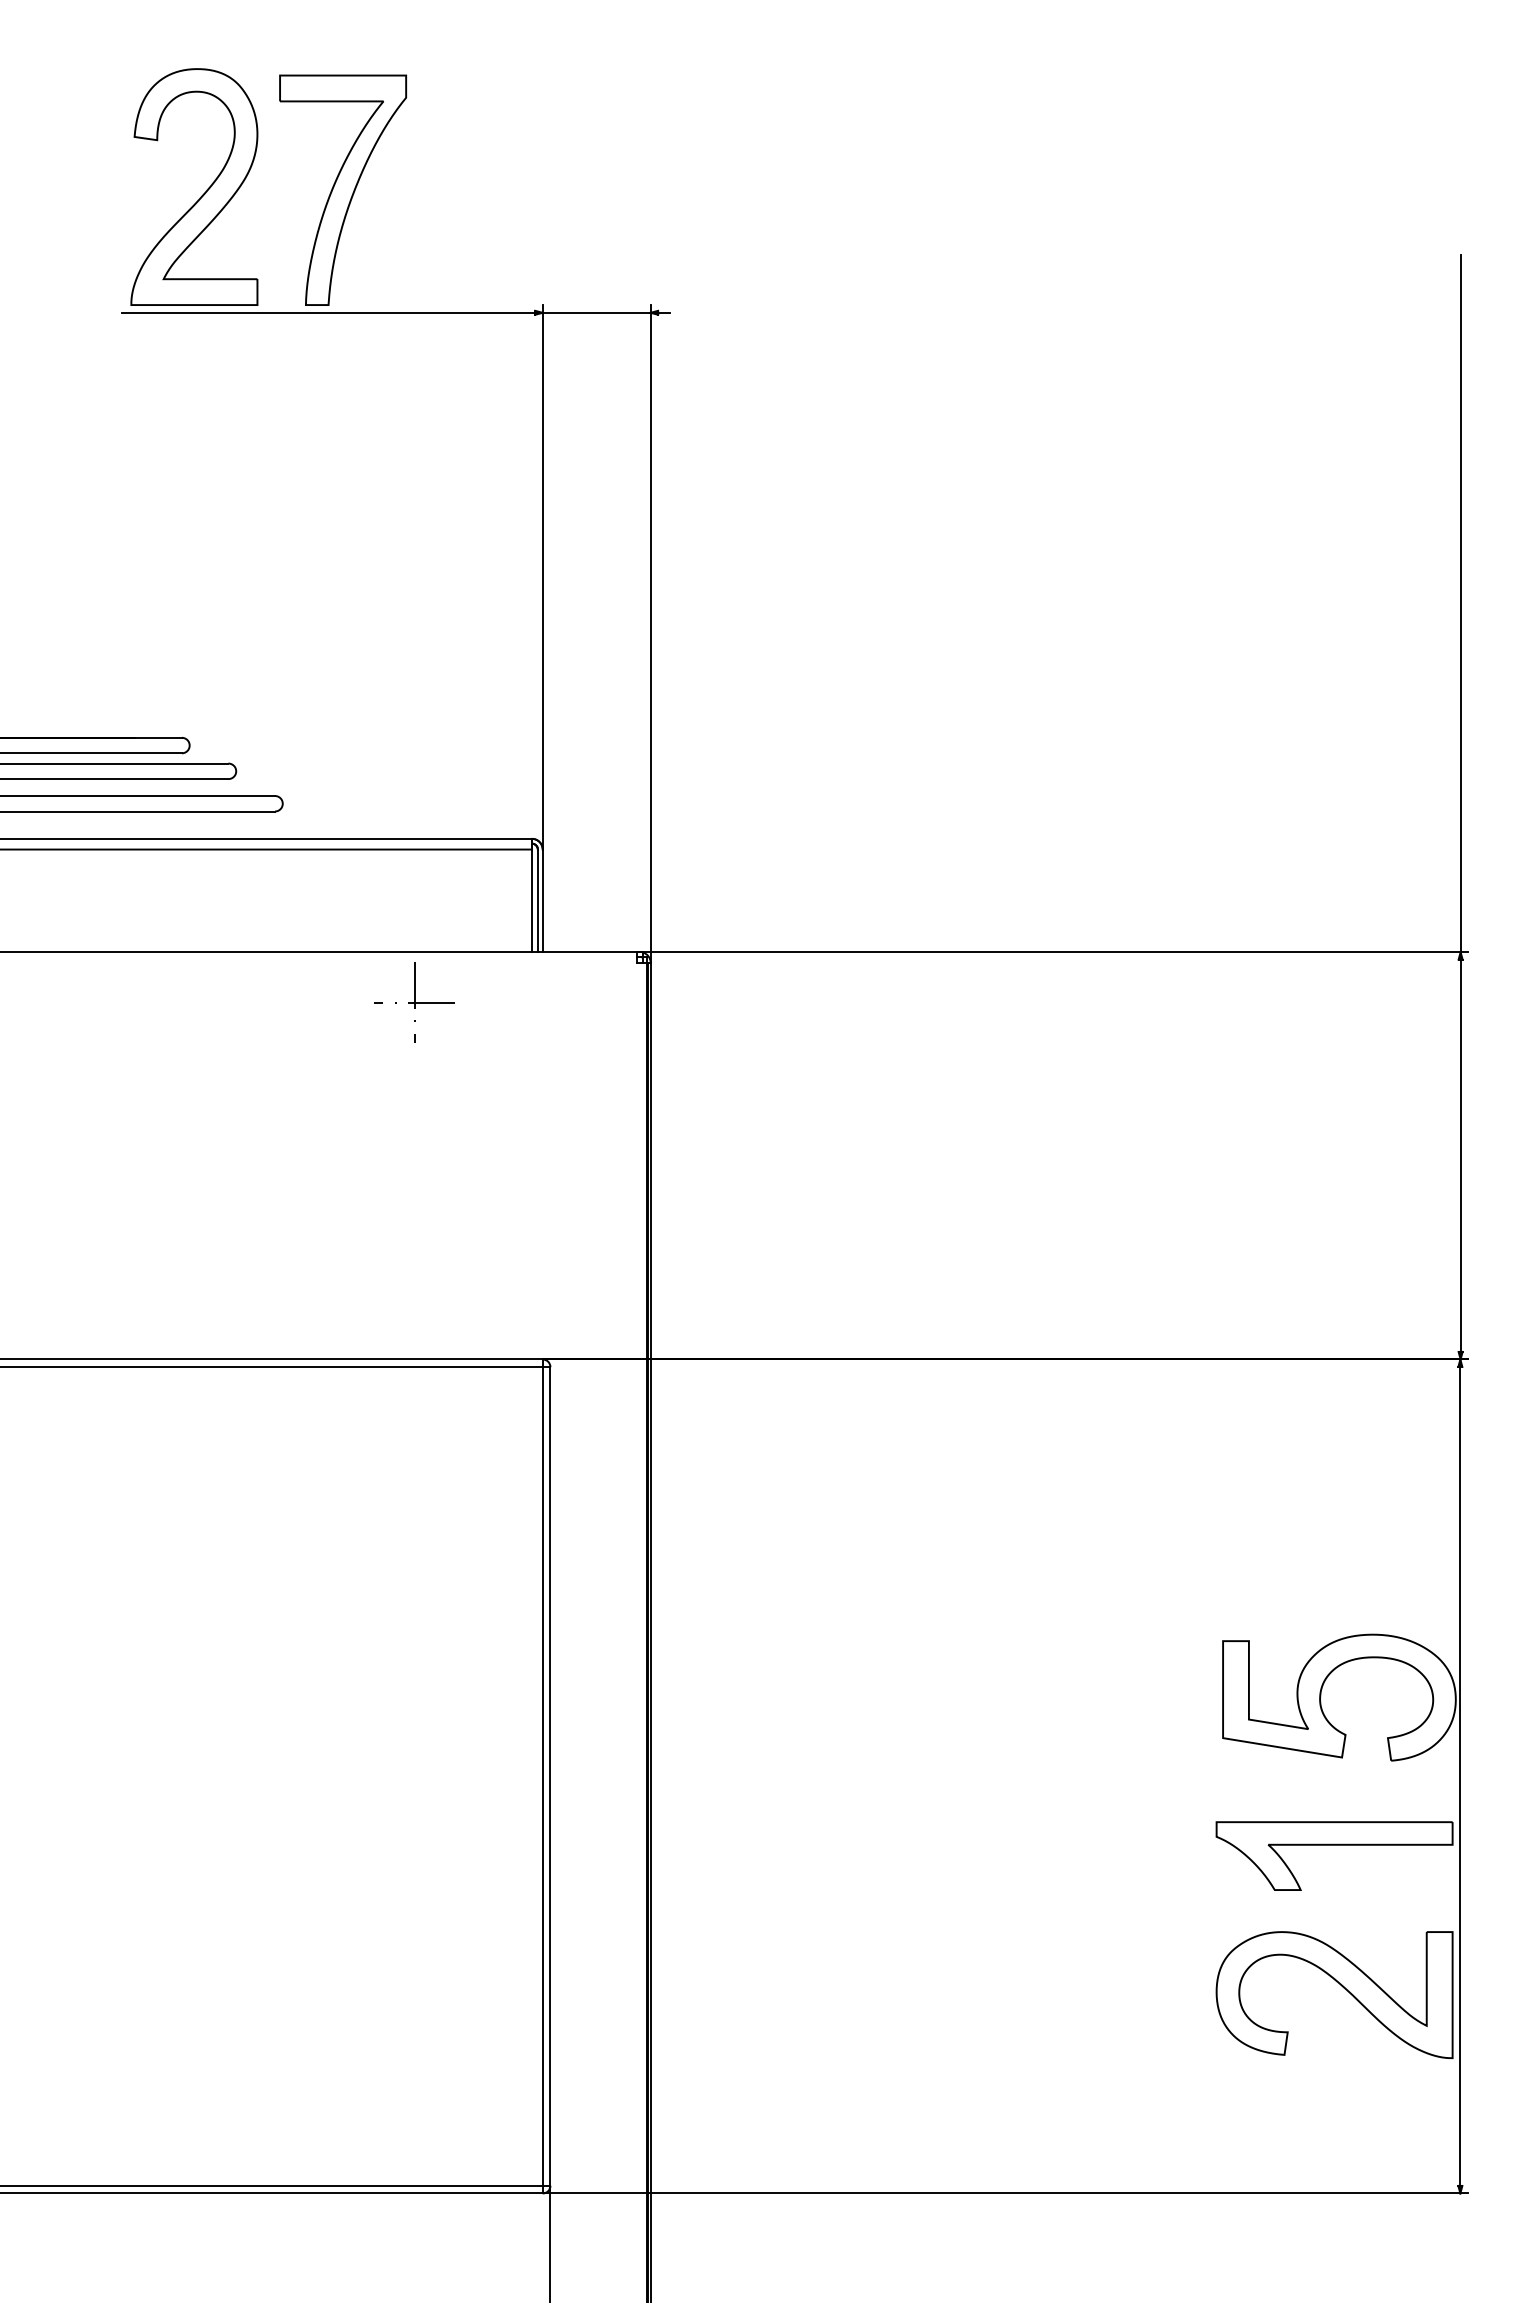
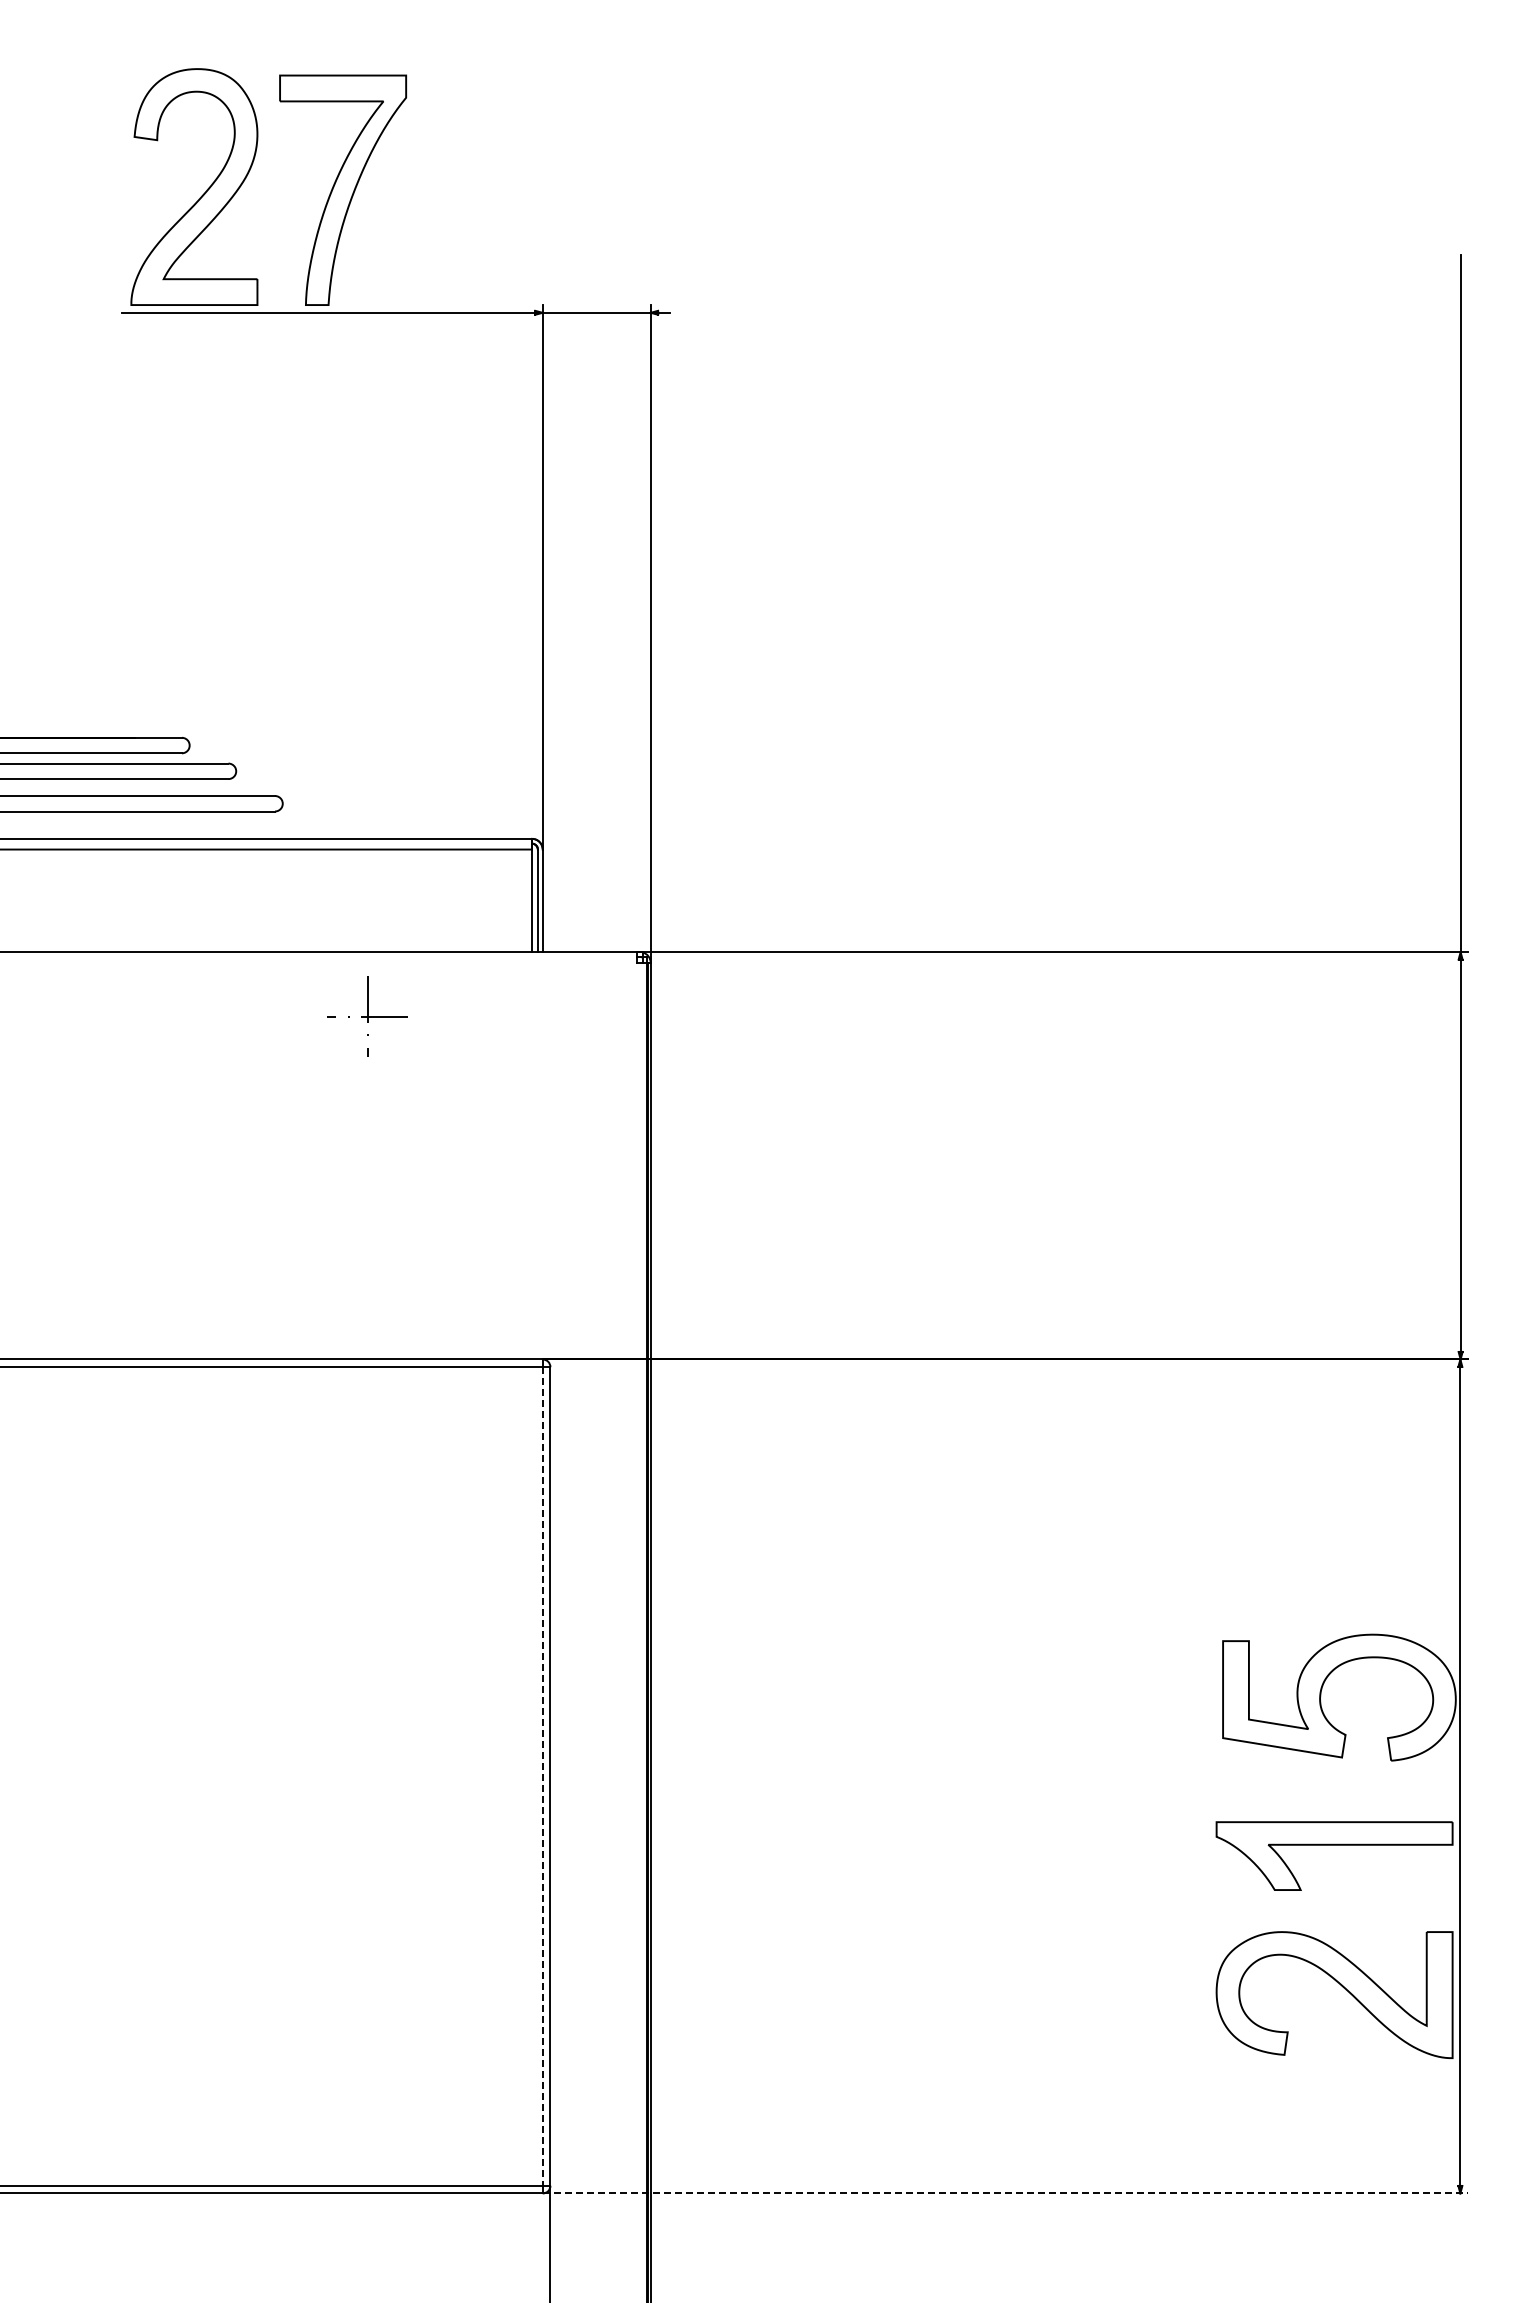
part at (414, 1002) position: (414, 1002) -> (367, 1016)
line at (542, 1776): solid -> dashed
line at (1005, 2193): solid -> dashed
